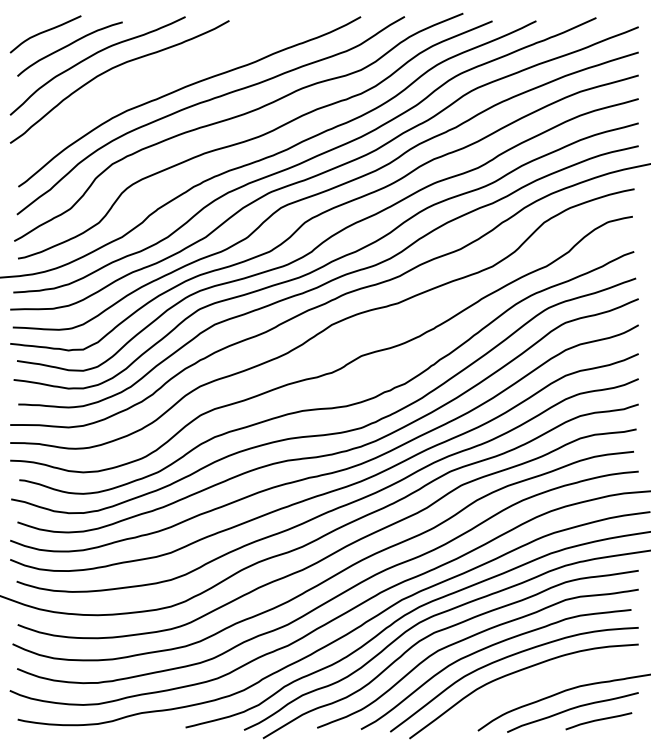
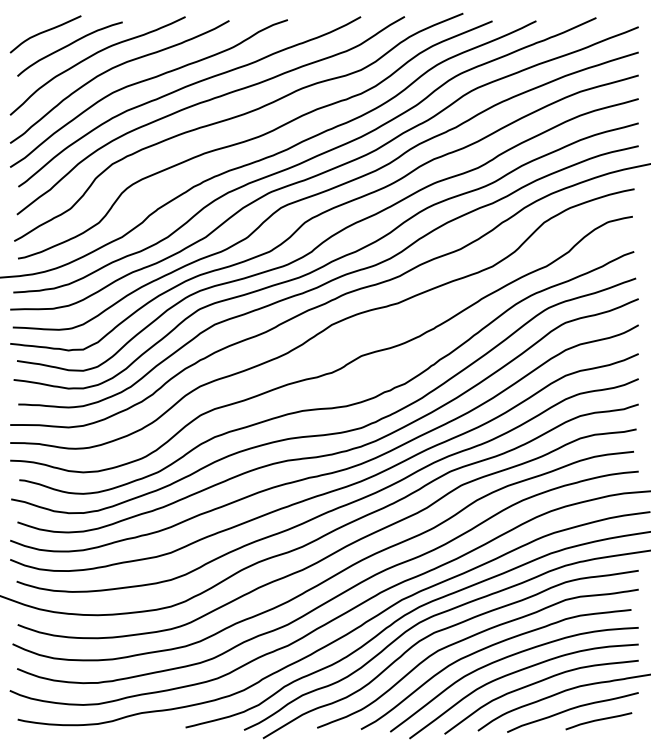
curve at (145, 81): none -> present
curve at (537, 683): none -> present
